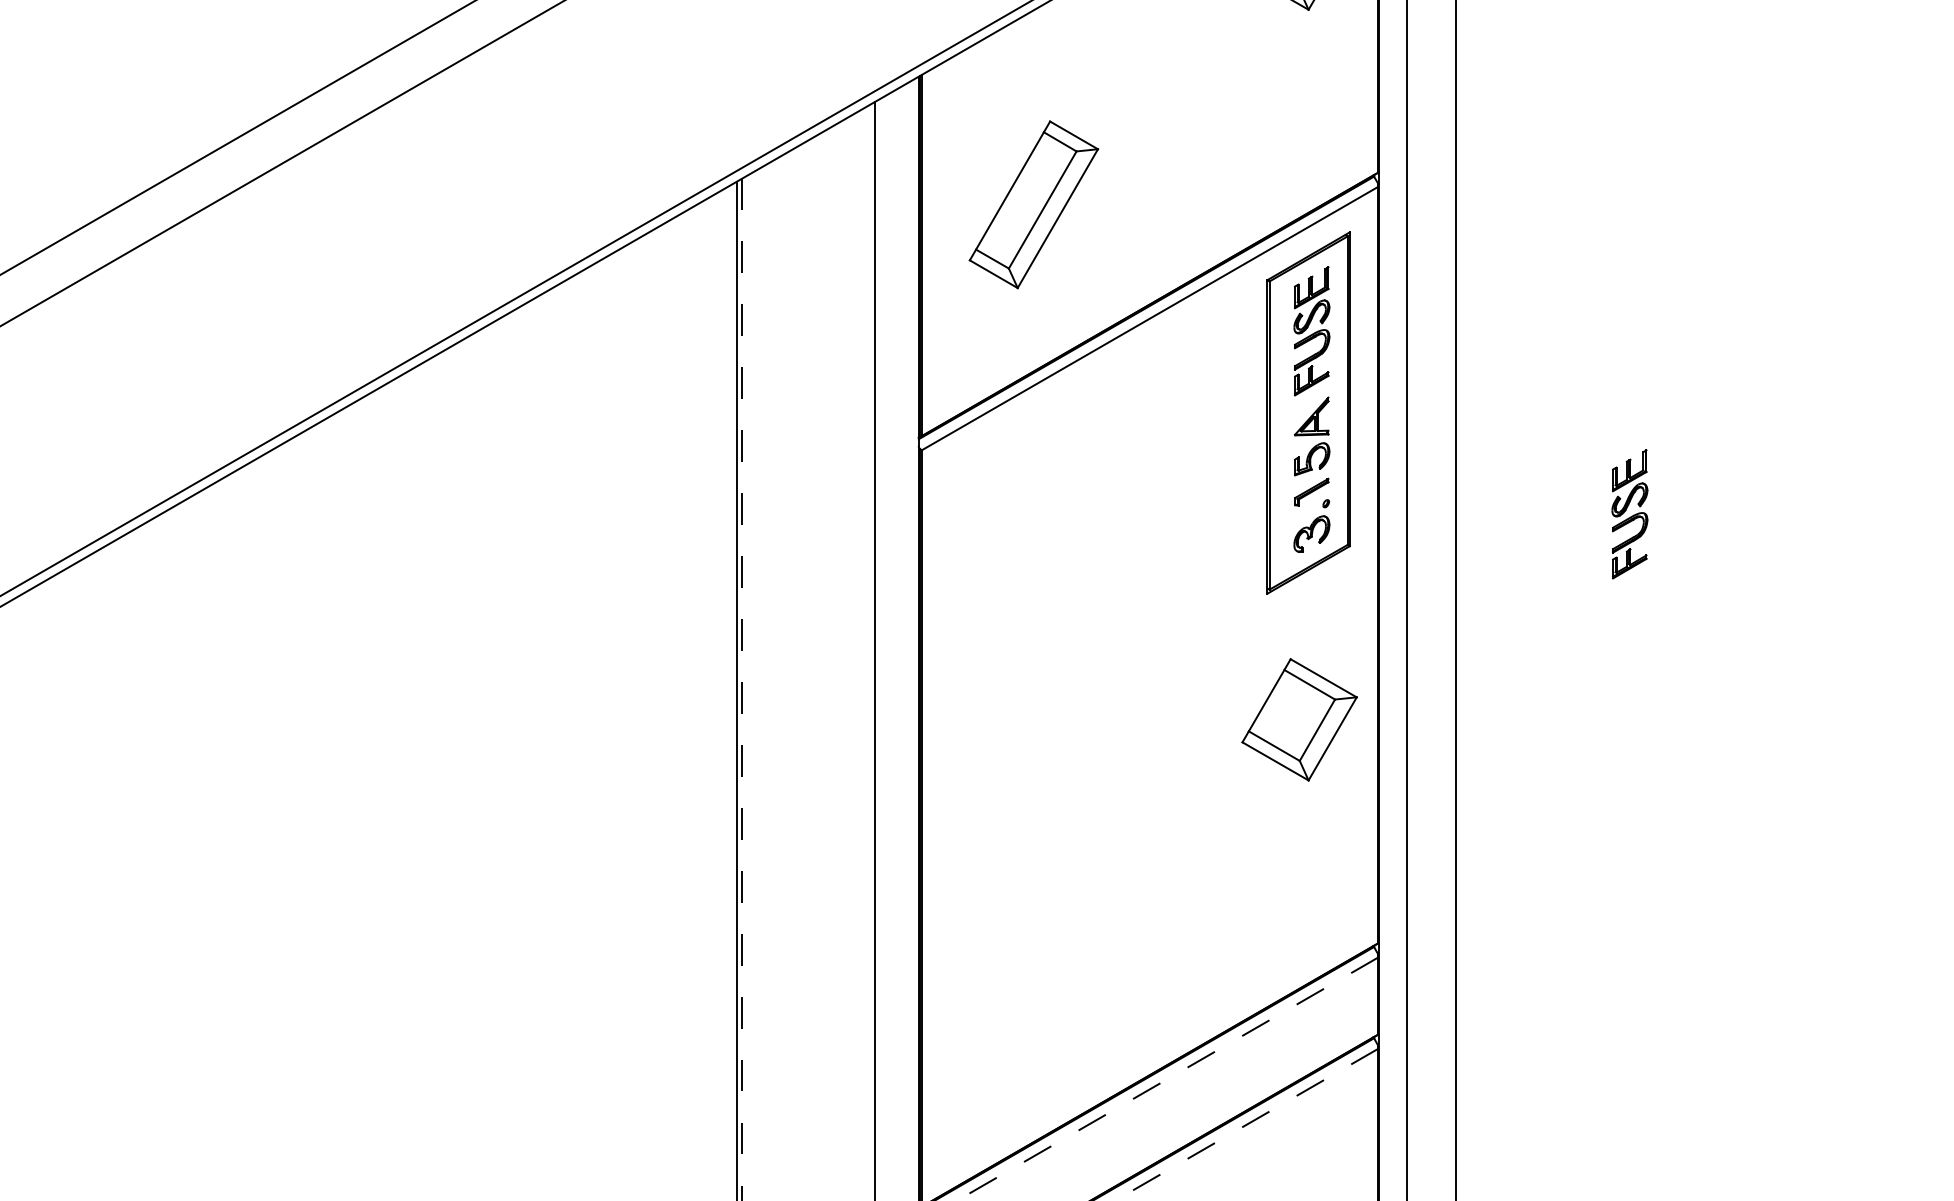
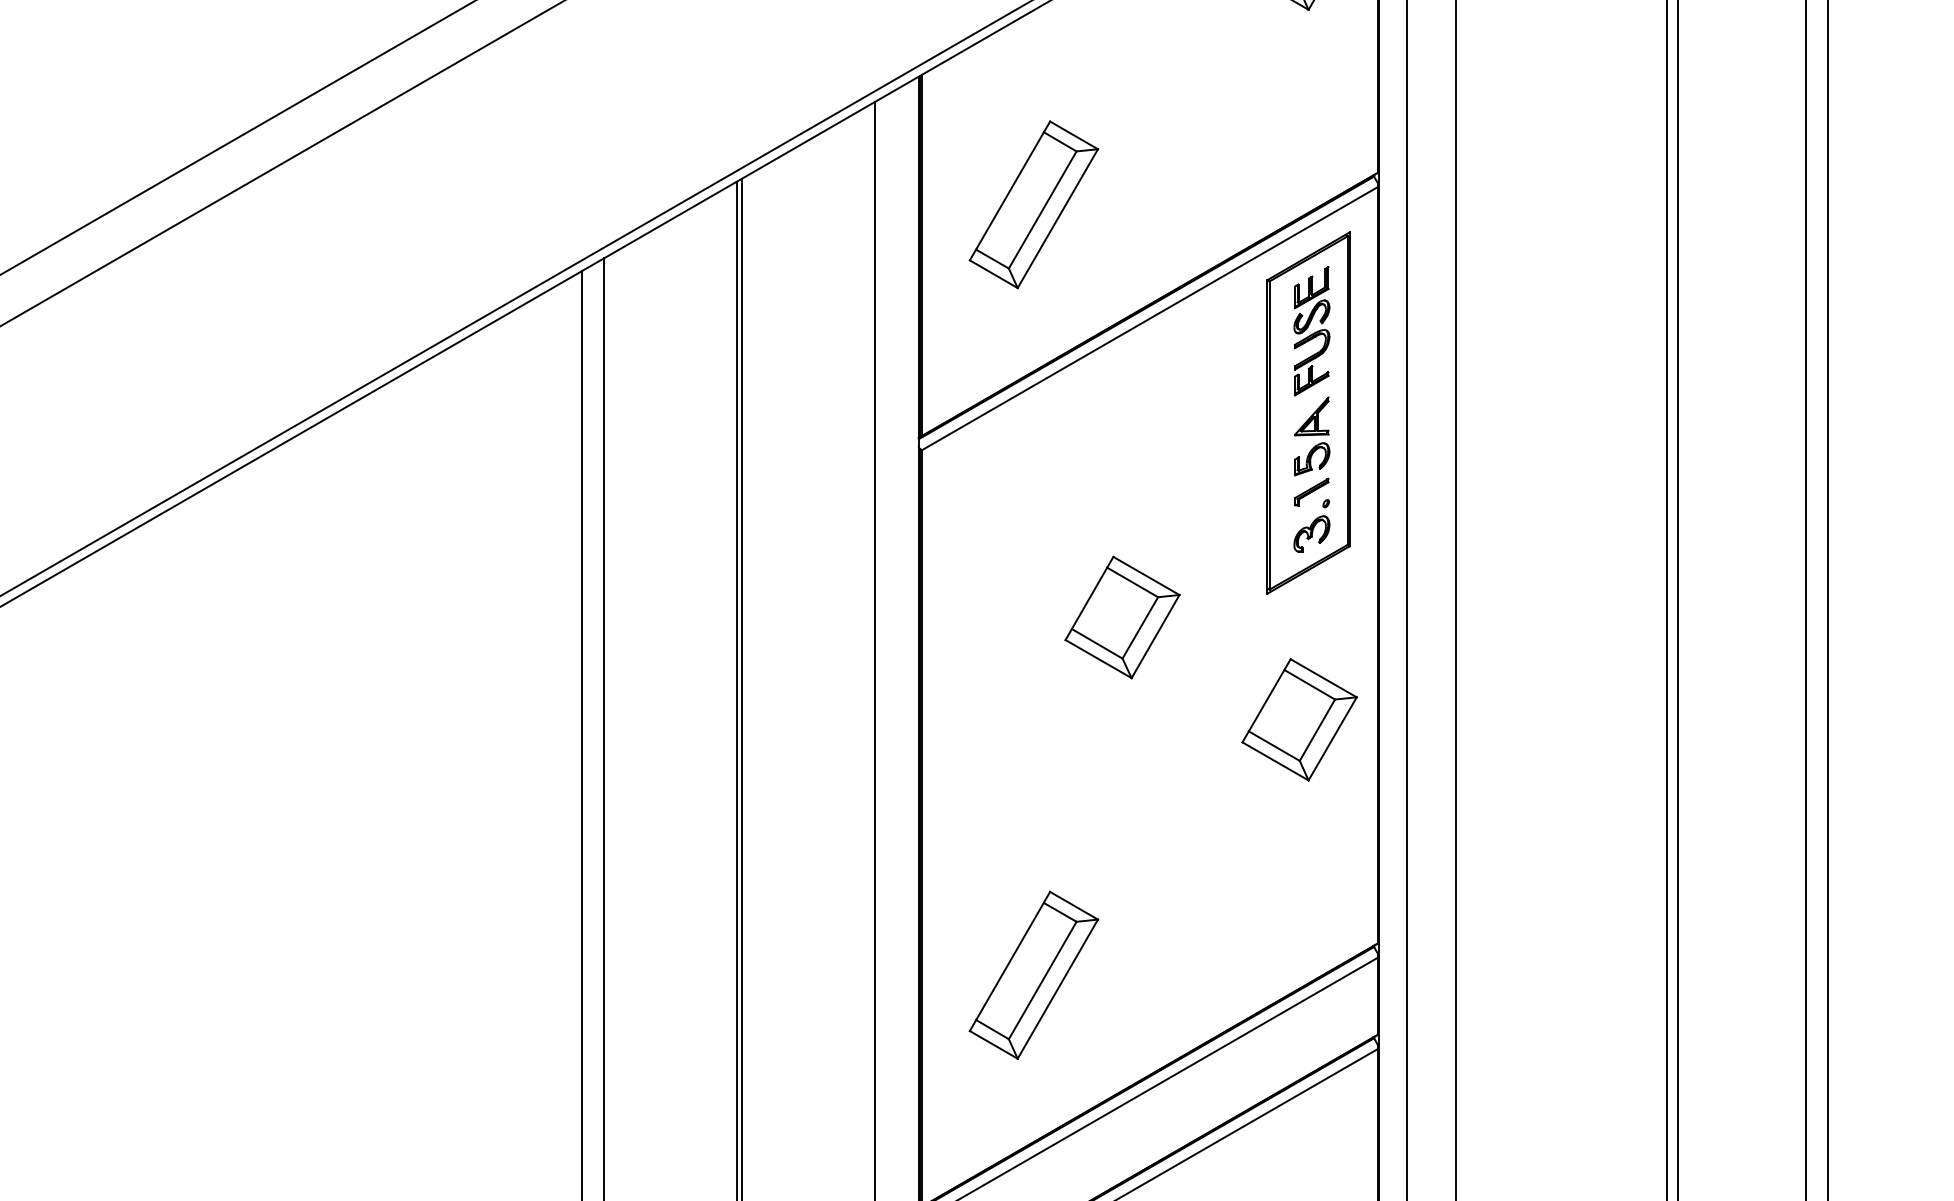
part at (1629, 514): present -> none
line at (1666, 599): none -> present
line at (1678, 599): none -> present
line at (1806, 599): none -> present
line at (1828, 599): none -> present
part at (1122, 617): none -> present
line at (742, 690): dashed -> solid
line at (603, 727): none -> present
line at (581, 734): none -> present
part at (1033, 974): none -> present
line at (1167, 1079): dashed -> solid
line at (1246, 1125): dashed -> solid
